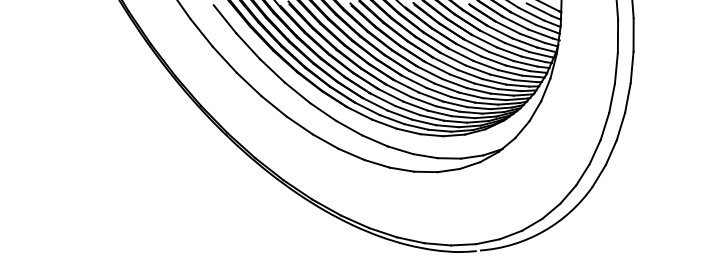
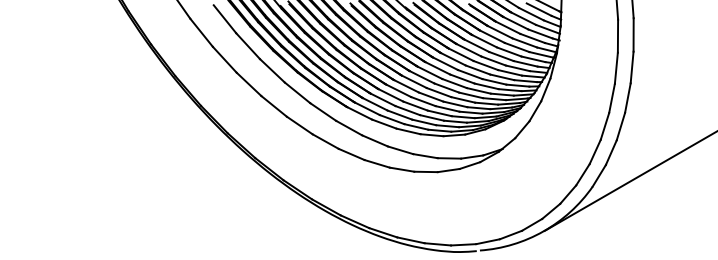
line at (629, 181): none -> present
